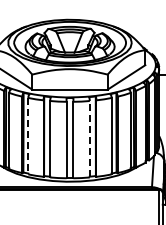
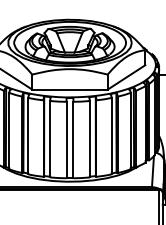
line at (28, 136): dashed -> solid
line at (89, 138): dashed -> solid
